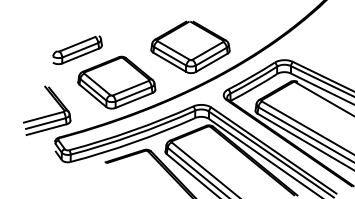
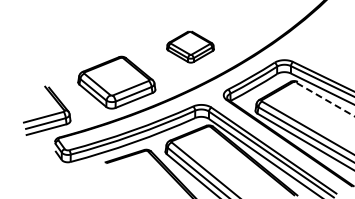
part at (190, 46) size: 81x54 px -> 49x34 px
part at (77, 50): present -> none
line at (324, 99): solid -> dashed
